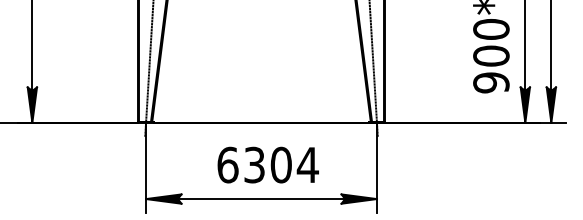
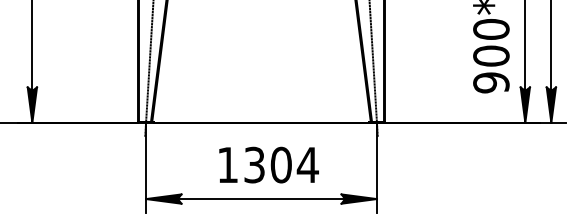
text at (227, 164): 6304 -> 1304
